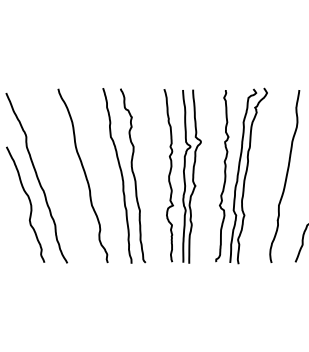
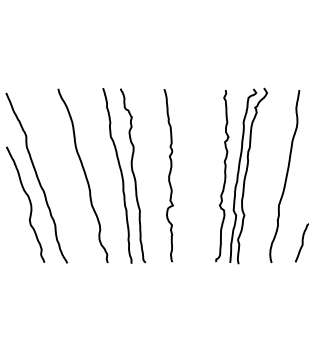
part at (191, 176): present -> none
